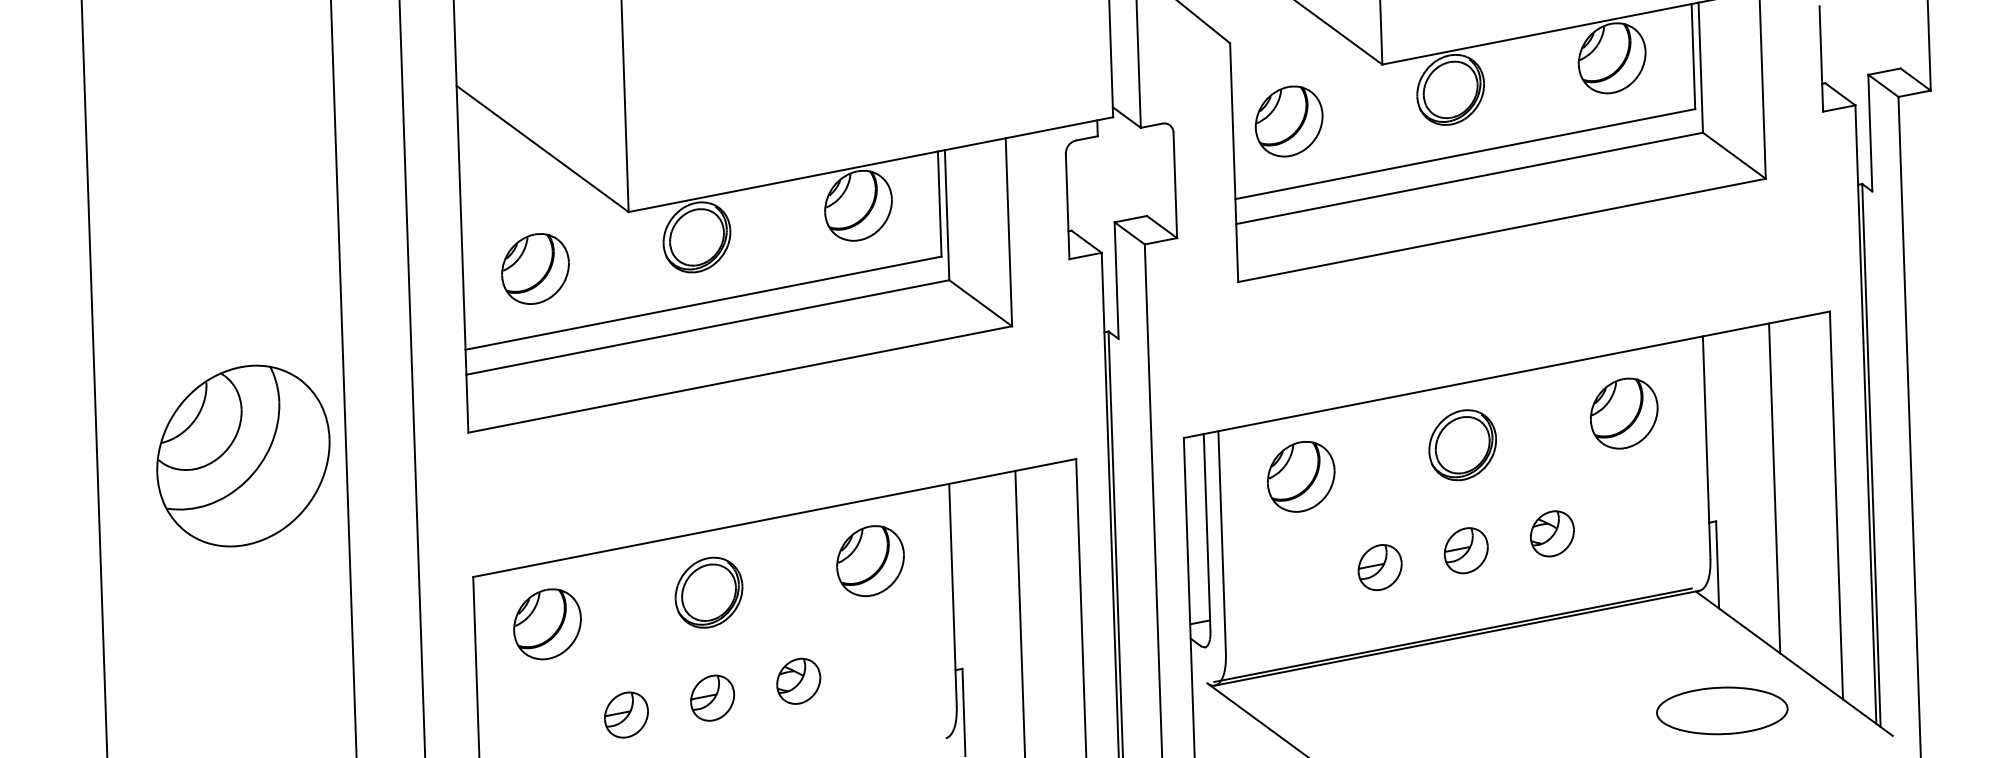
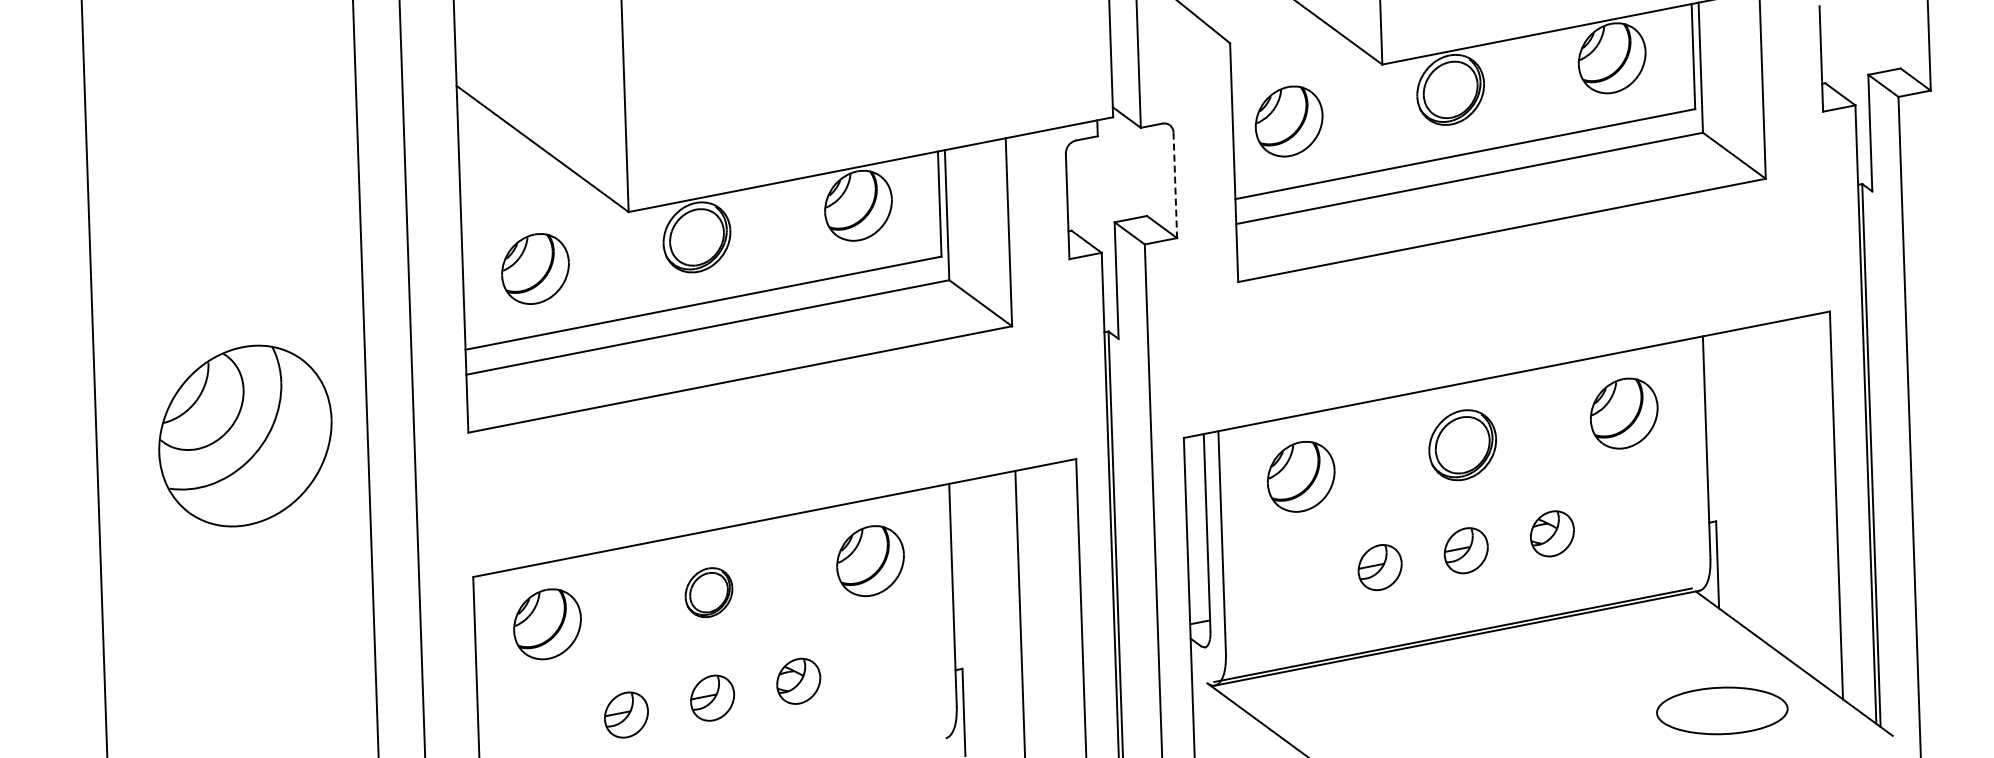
line at (1175, 185): solid -> dashed
line at (343, 378) position: (343, 378) -> (365, 378)
part at (243, 455) position: (243, 455) -> (245, 435)
line at (1774, 488): present -> none
part at (708, 592) size: 70x73 px -> 50x51 px
